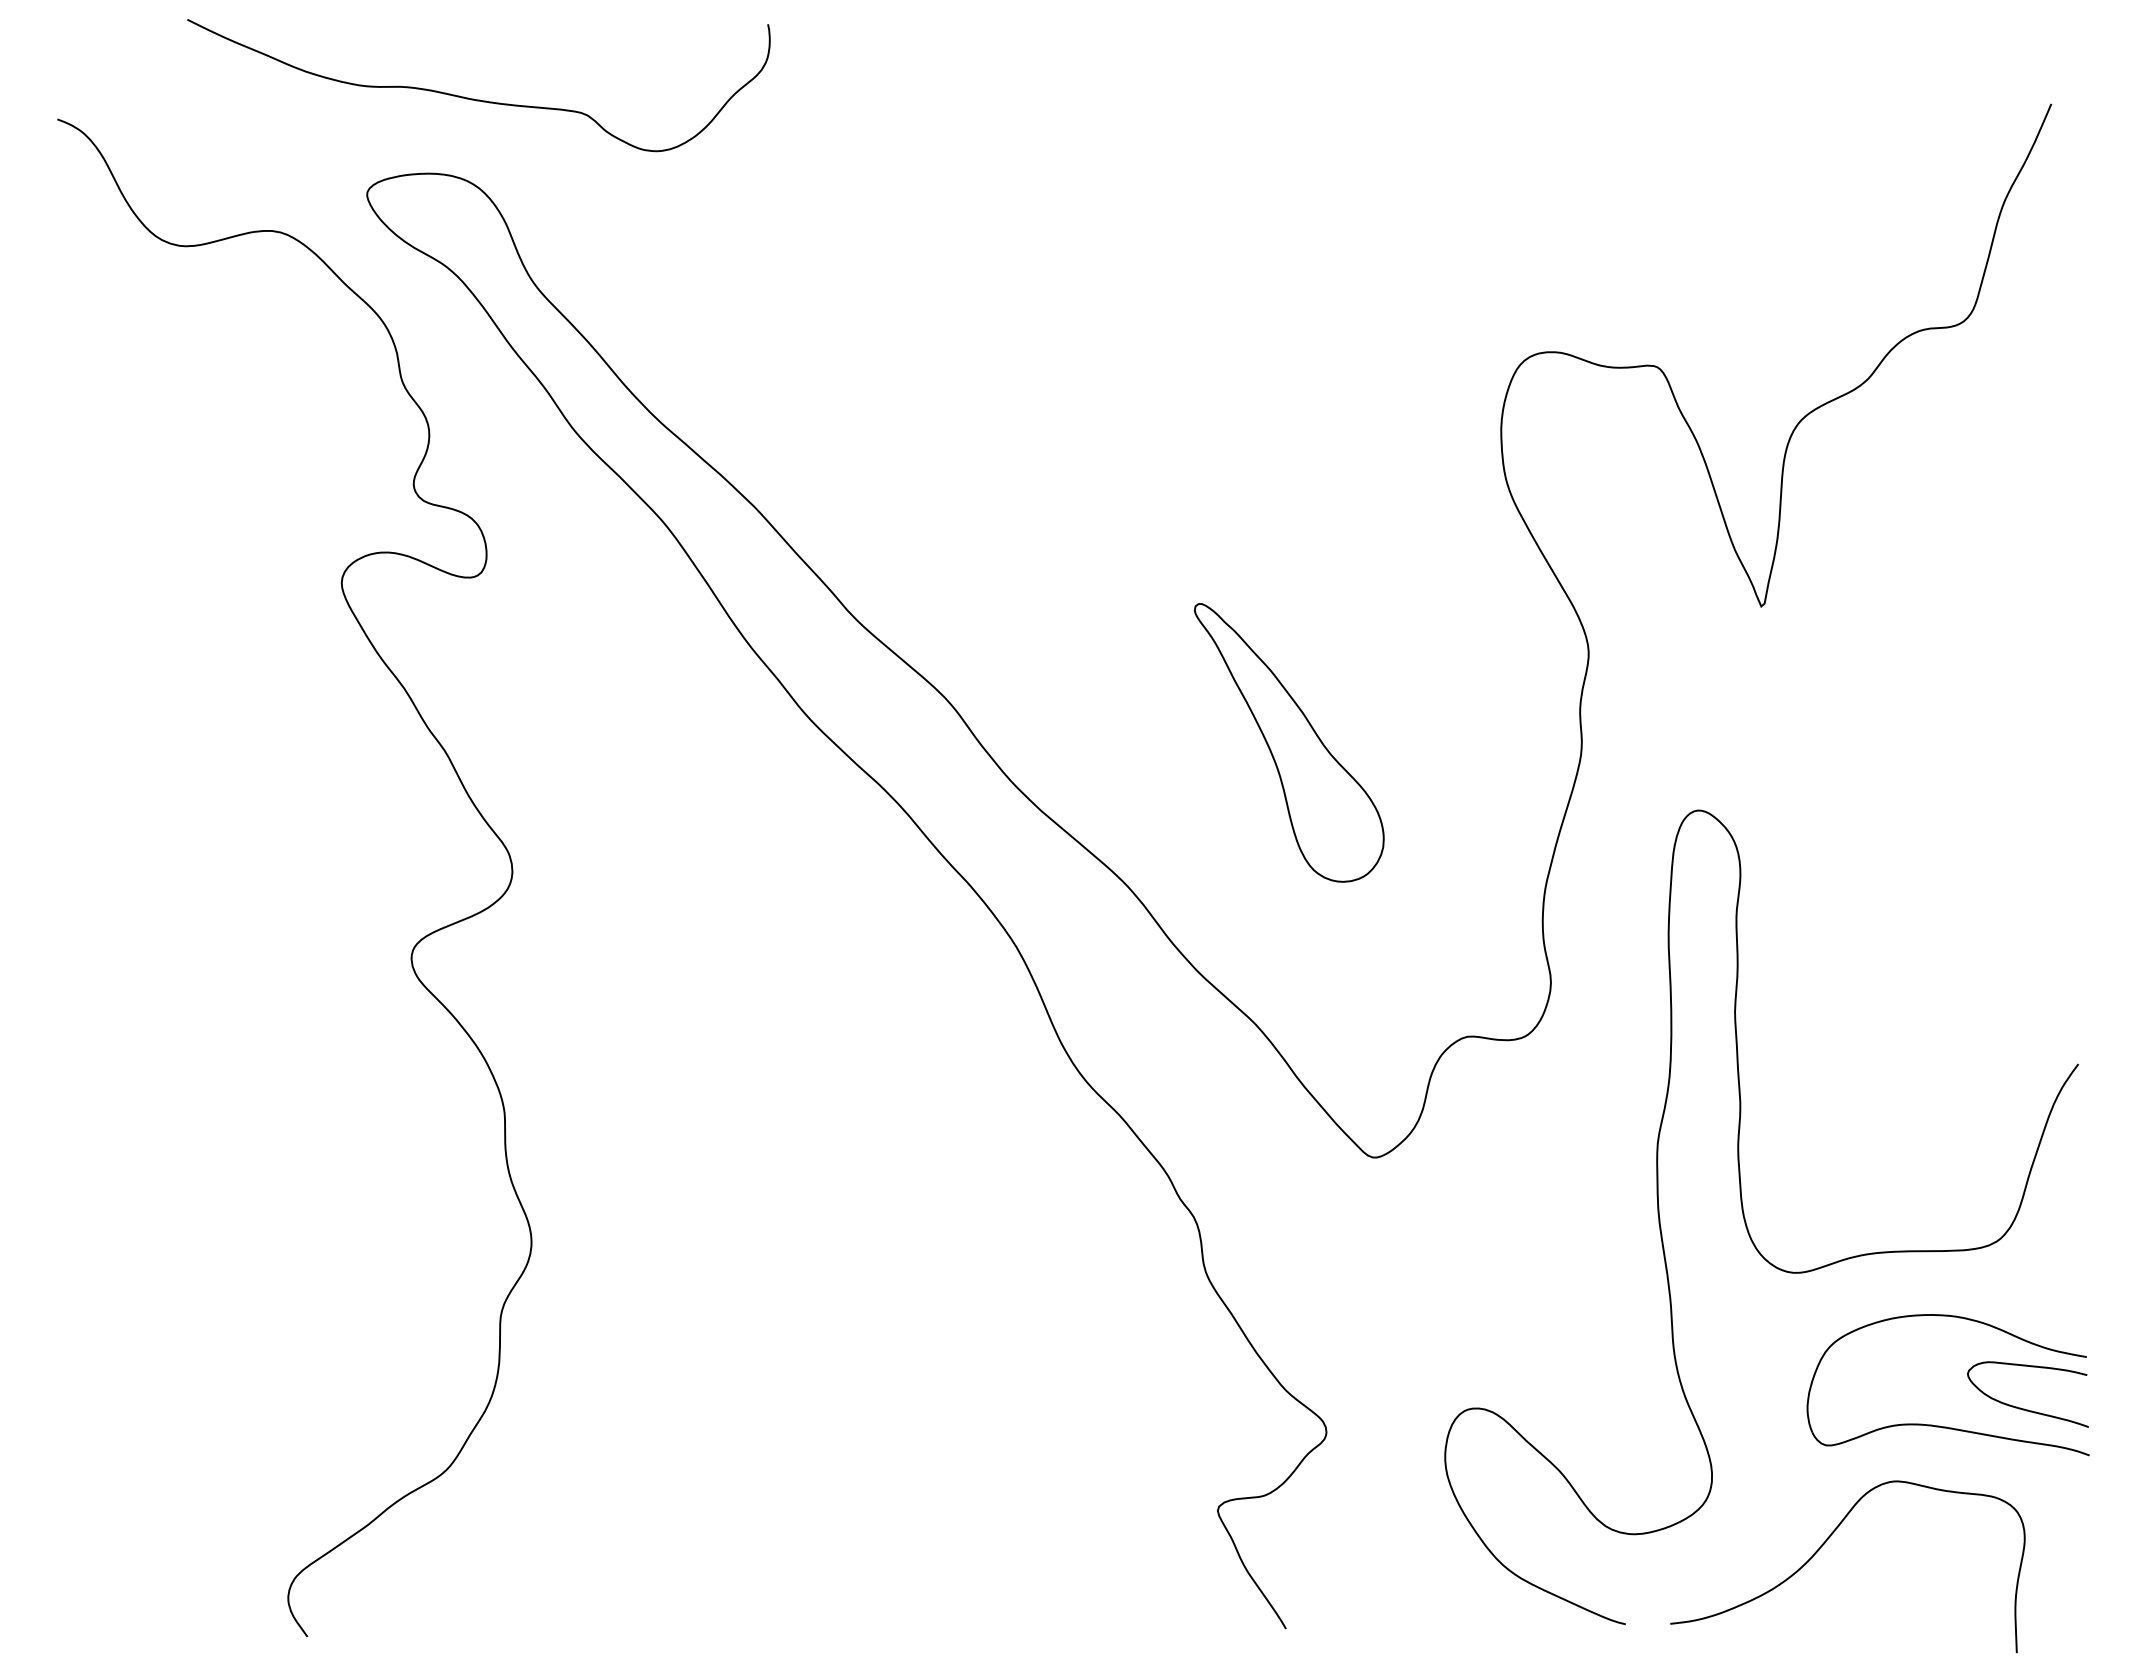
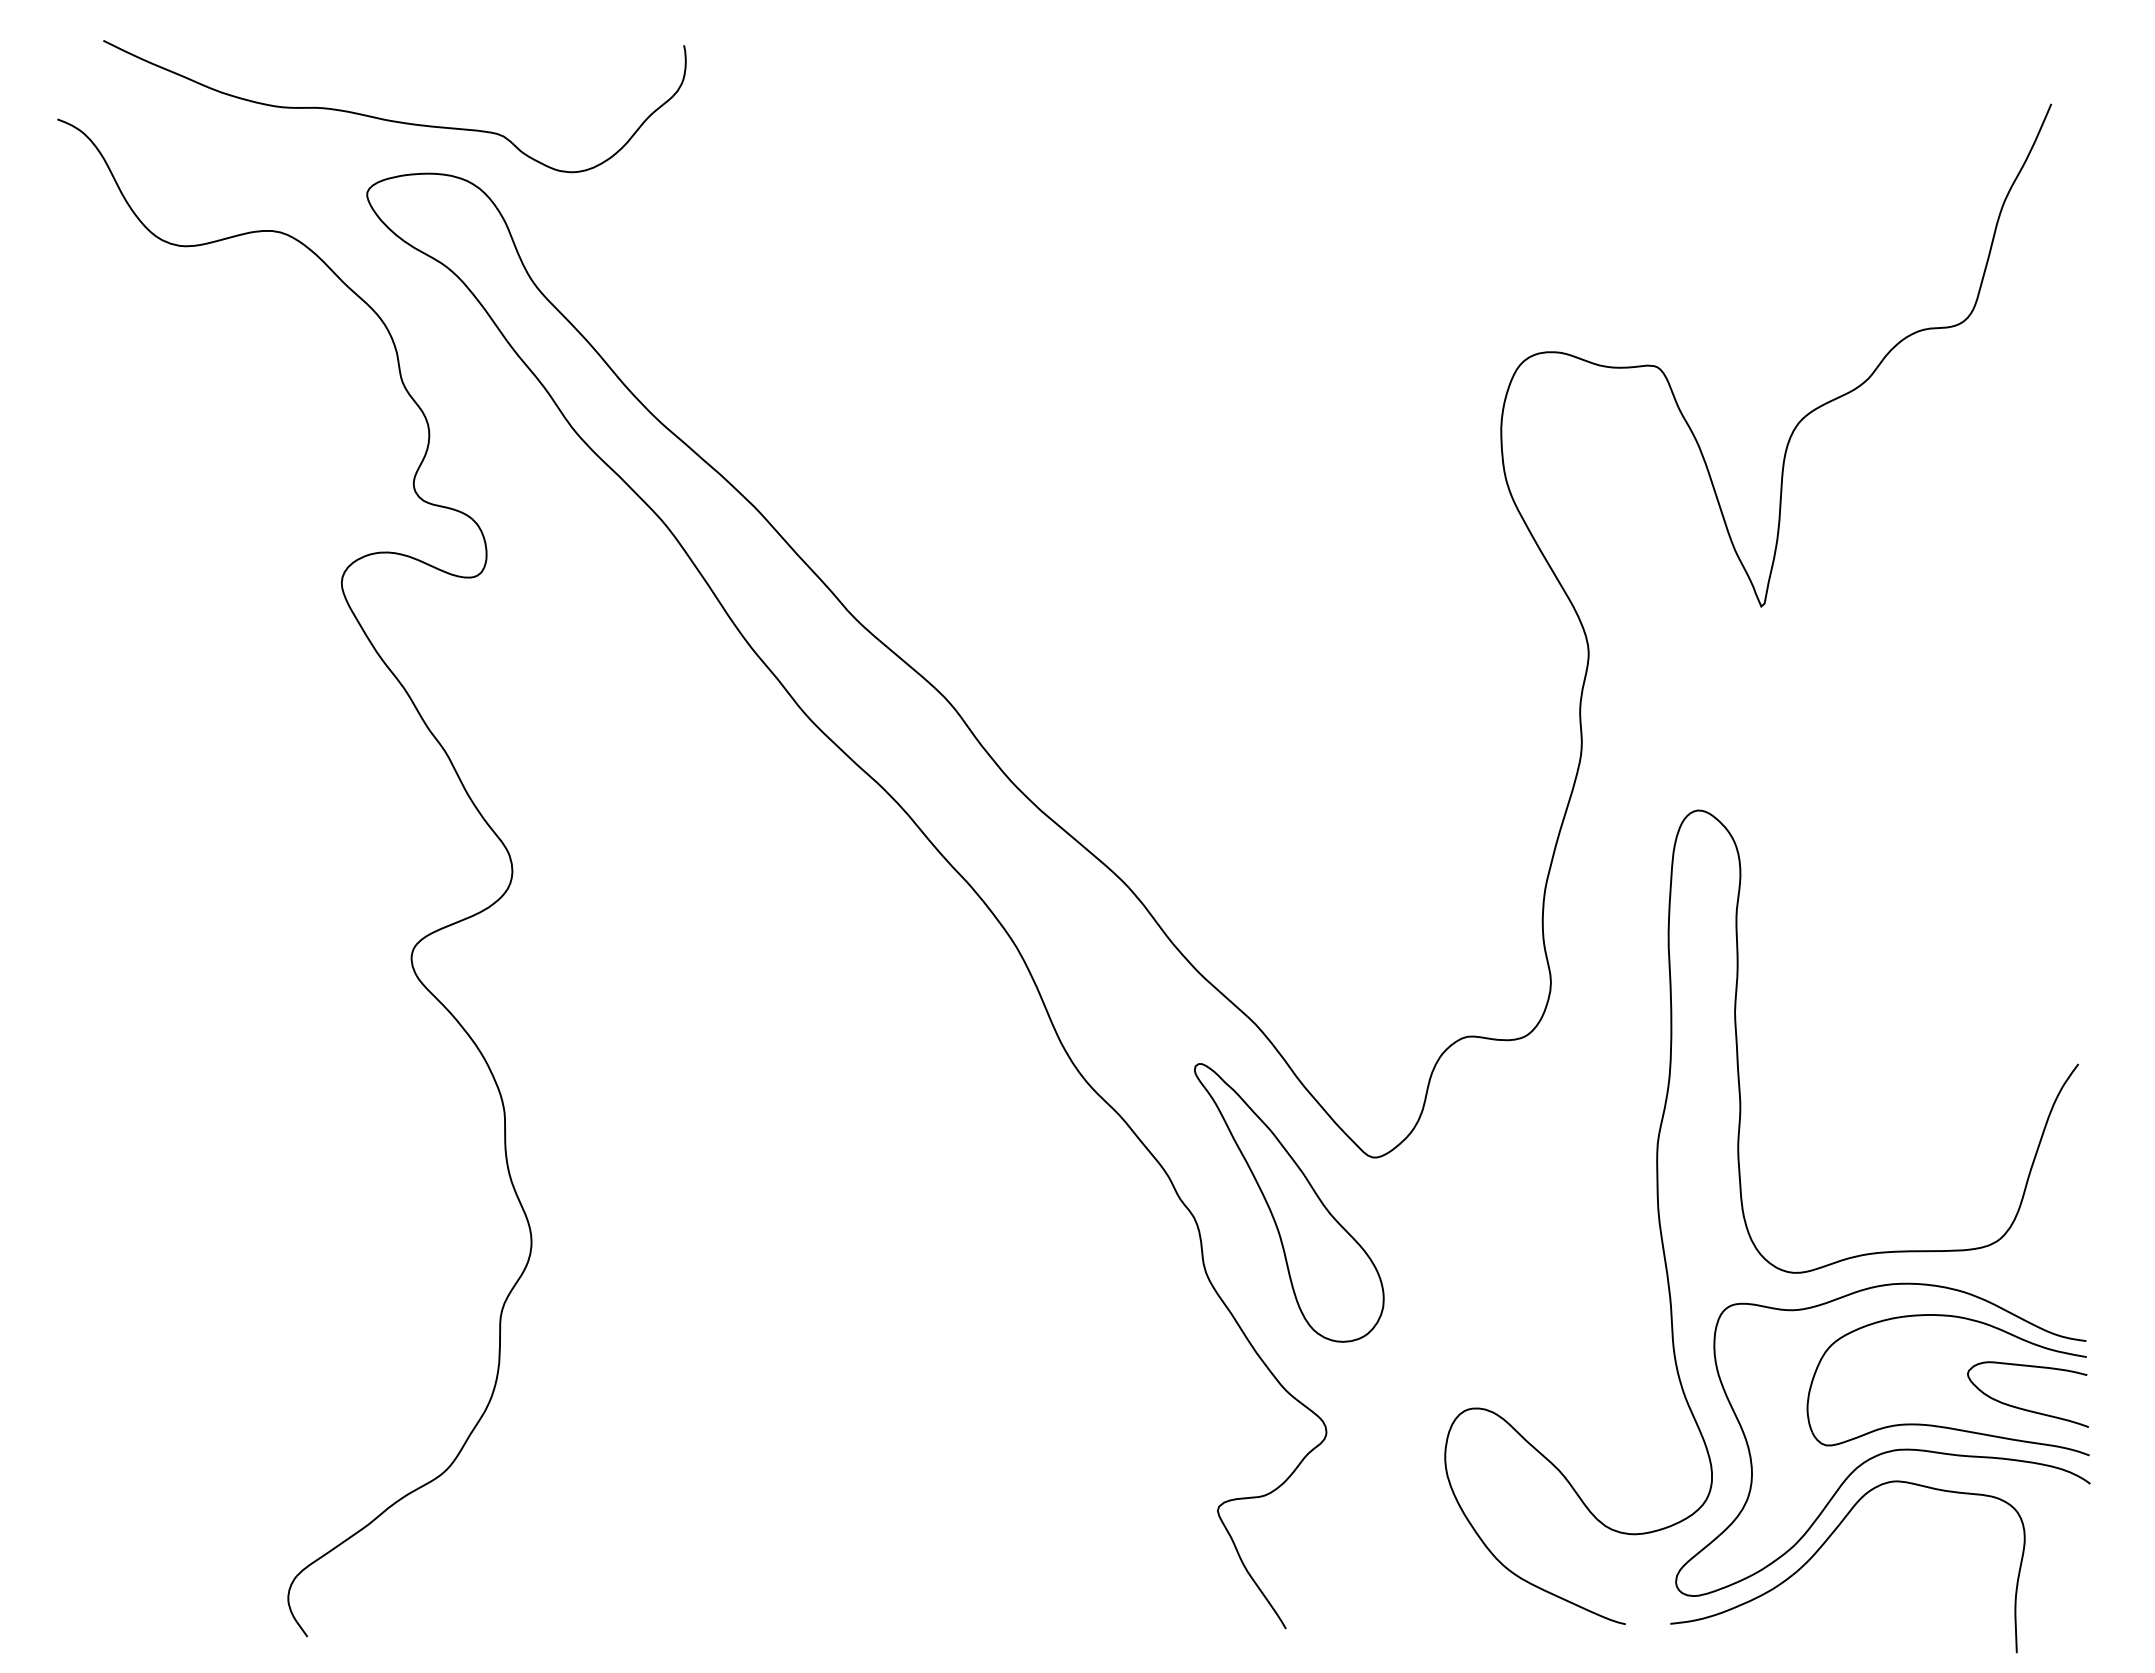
curve at (473, 98) position: (473, 98) -> (389, 119)
part at (1289, 742) position: (1289, 742) -> (1289, 1202)
curve at (1885, 1451): none -> present
